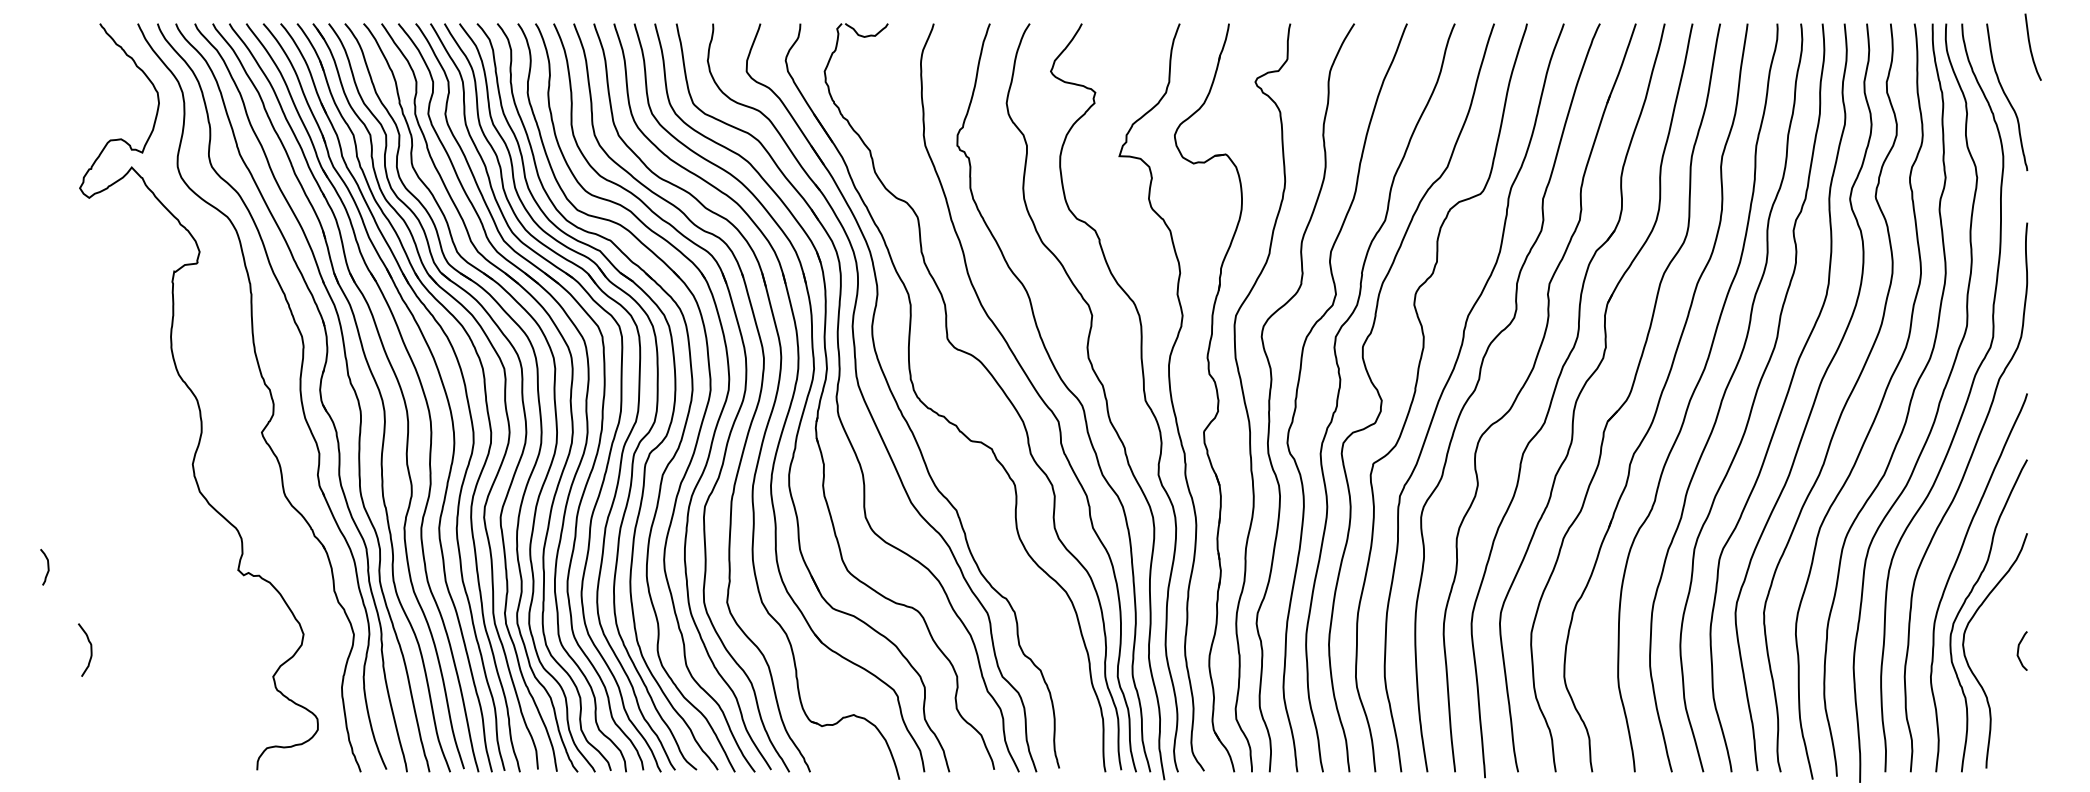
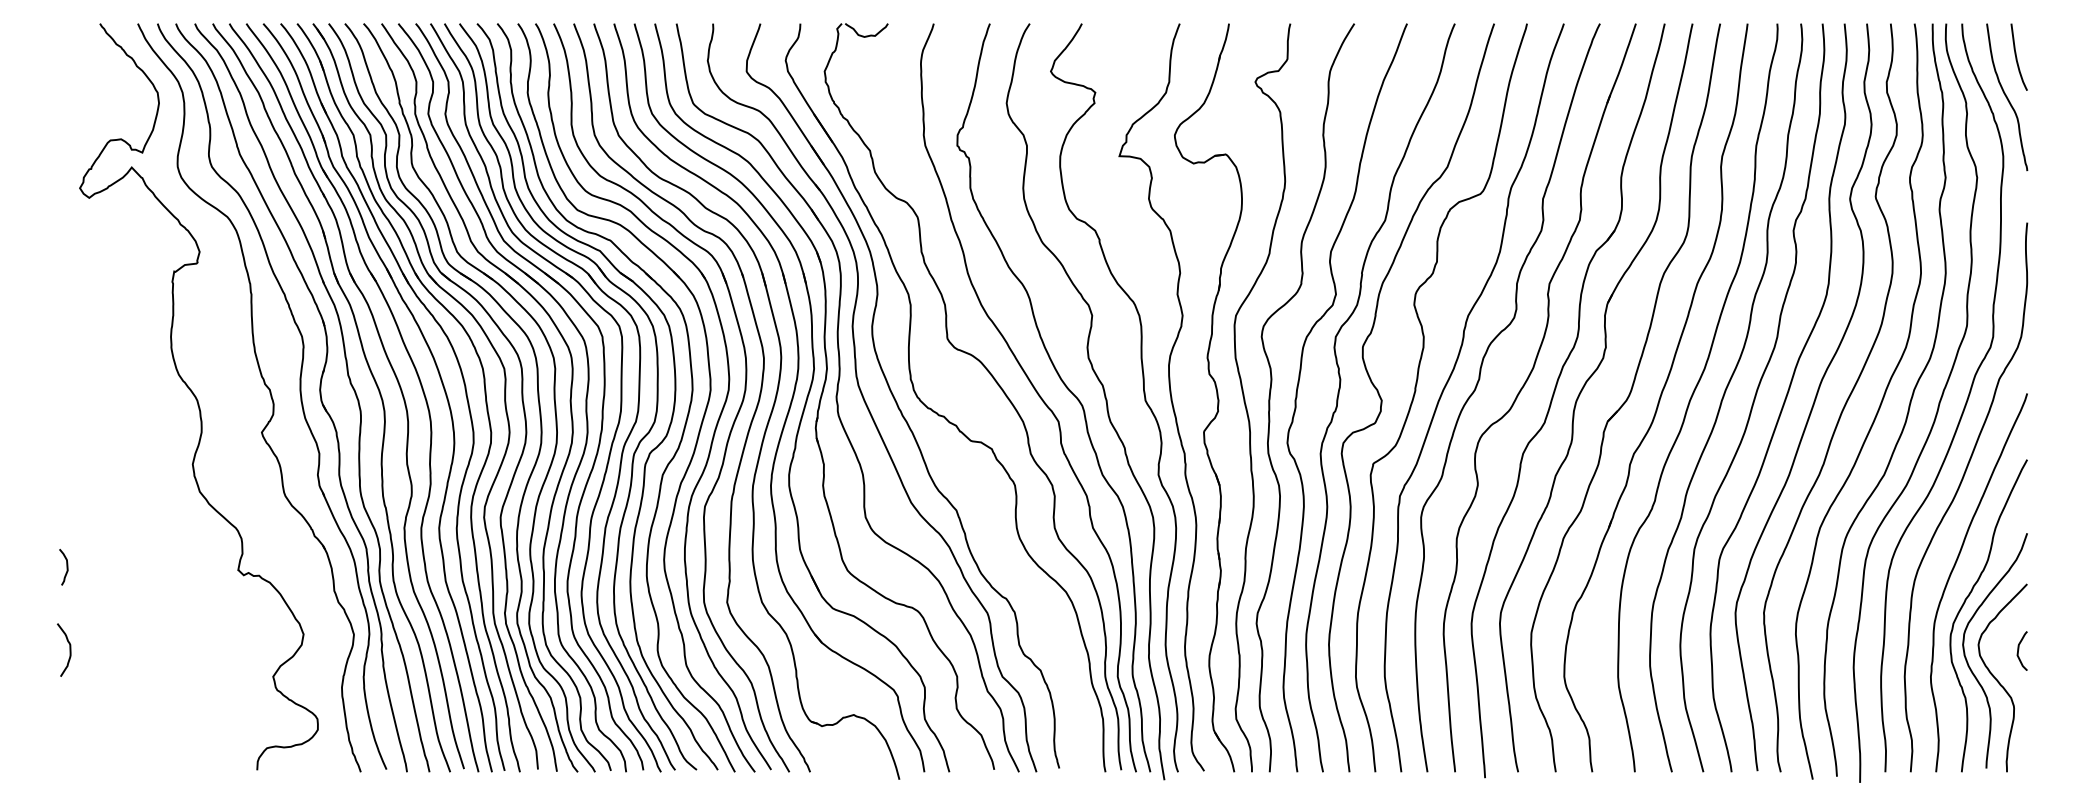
curve at (2031, 47) position: (2031, 47) -> (2017, 57)
curve at (47, 567) position: (47, 567) -> (66, 567)
curve at (90, 649) position: (90, 649) -> (69, 649)
curve at (1998, 680): none -> present
